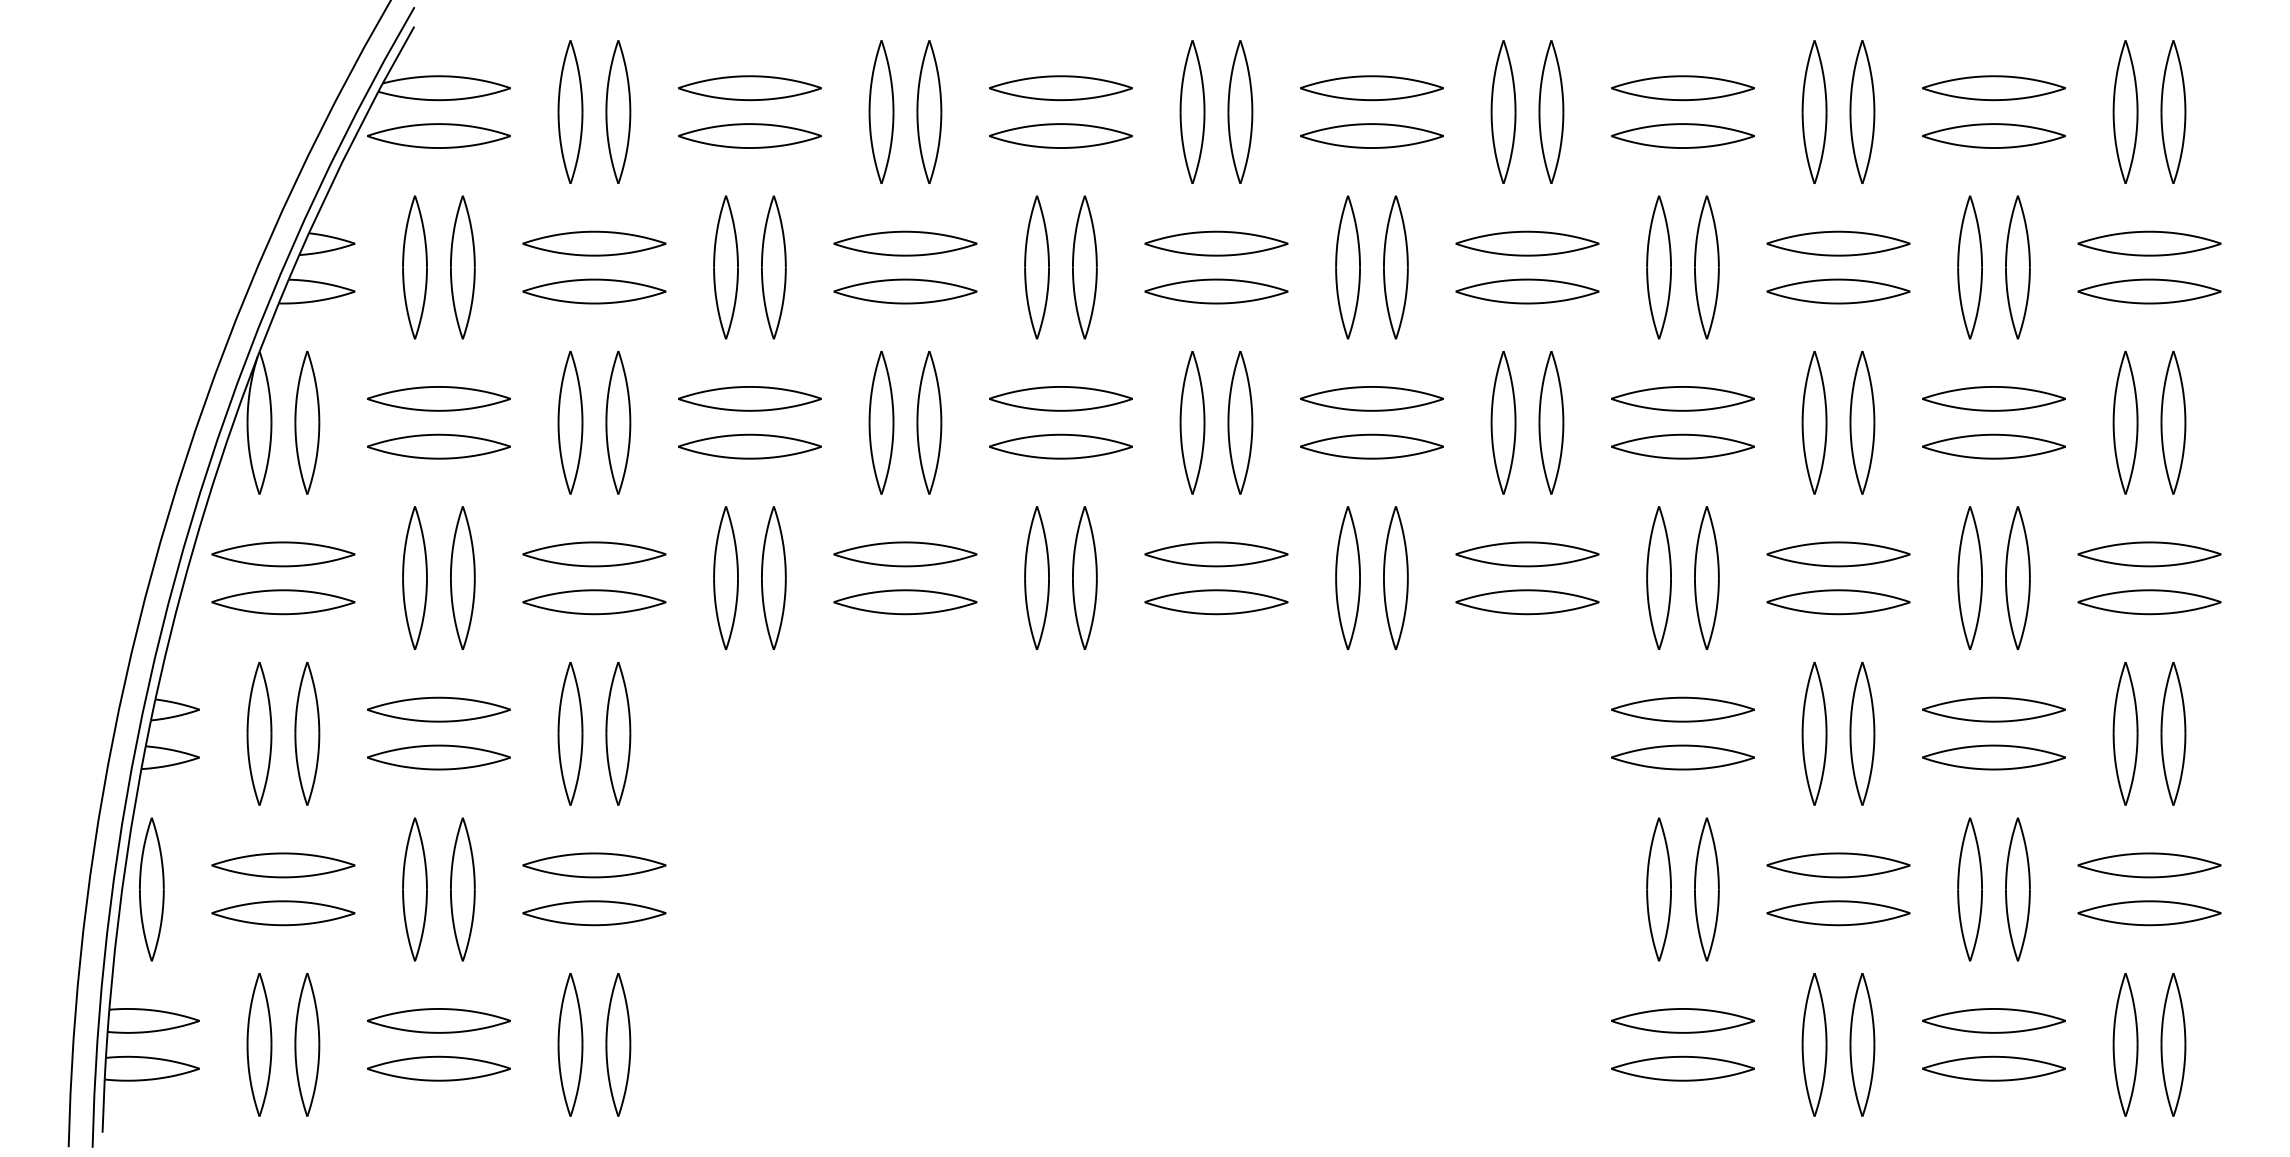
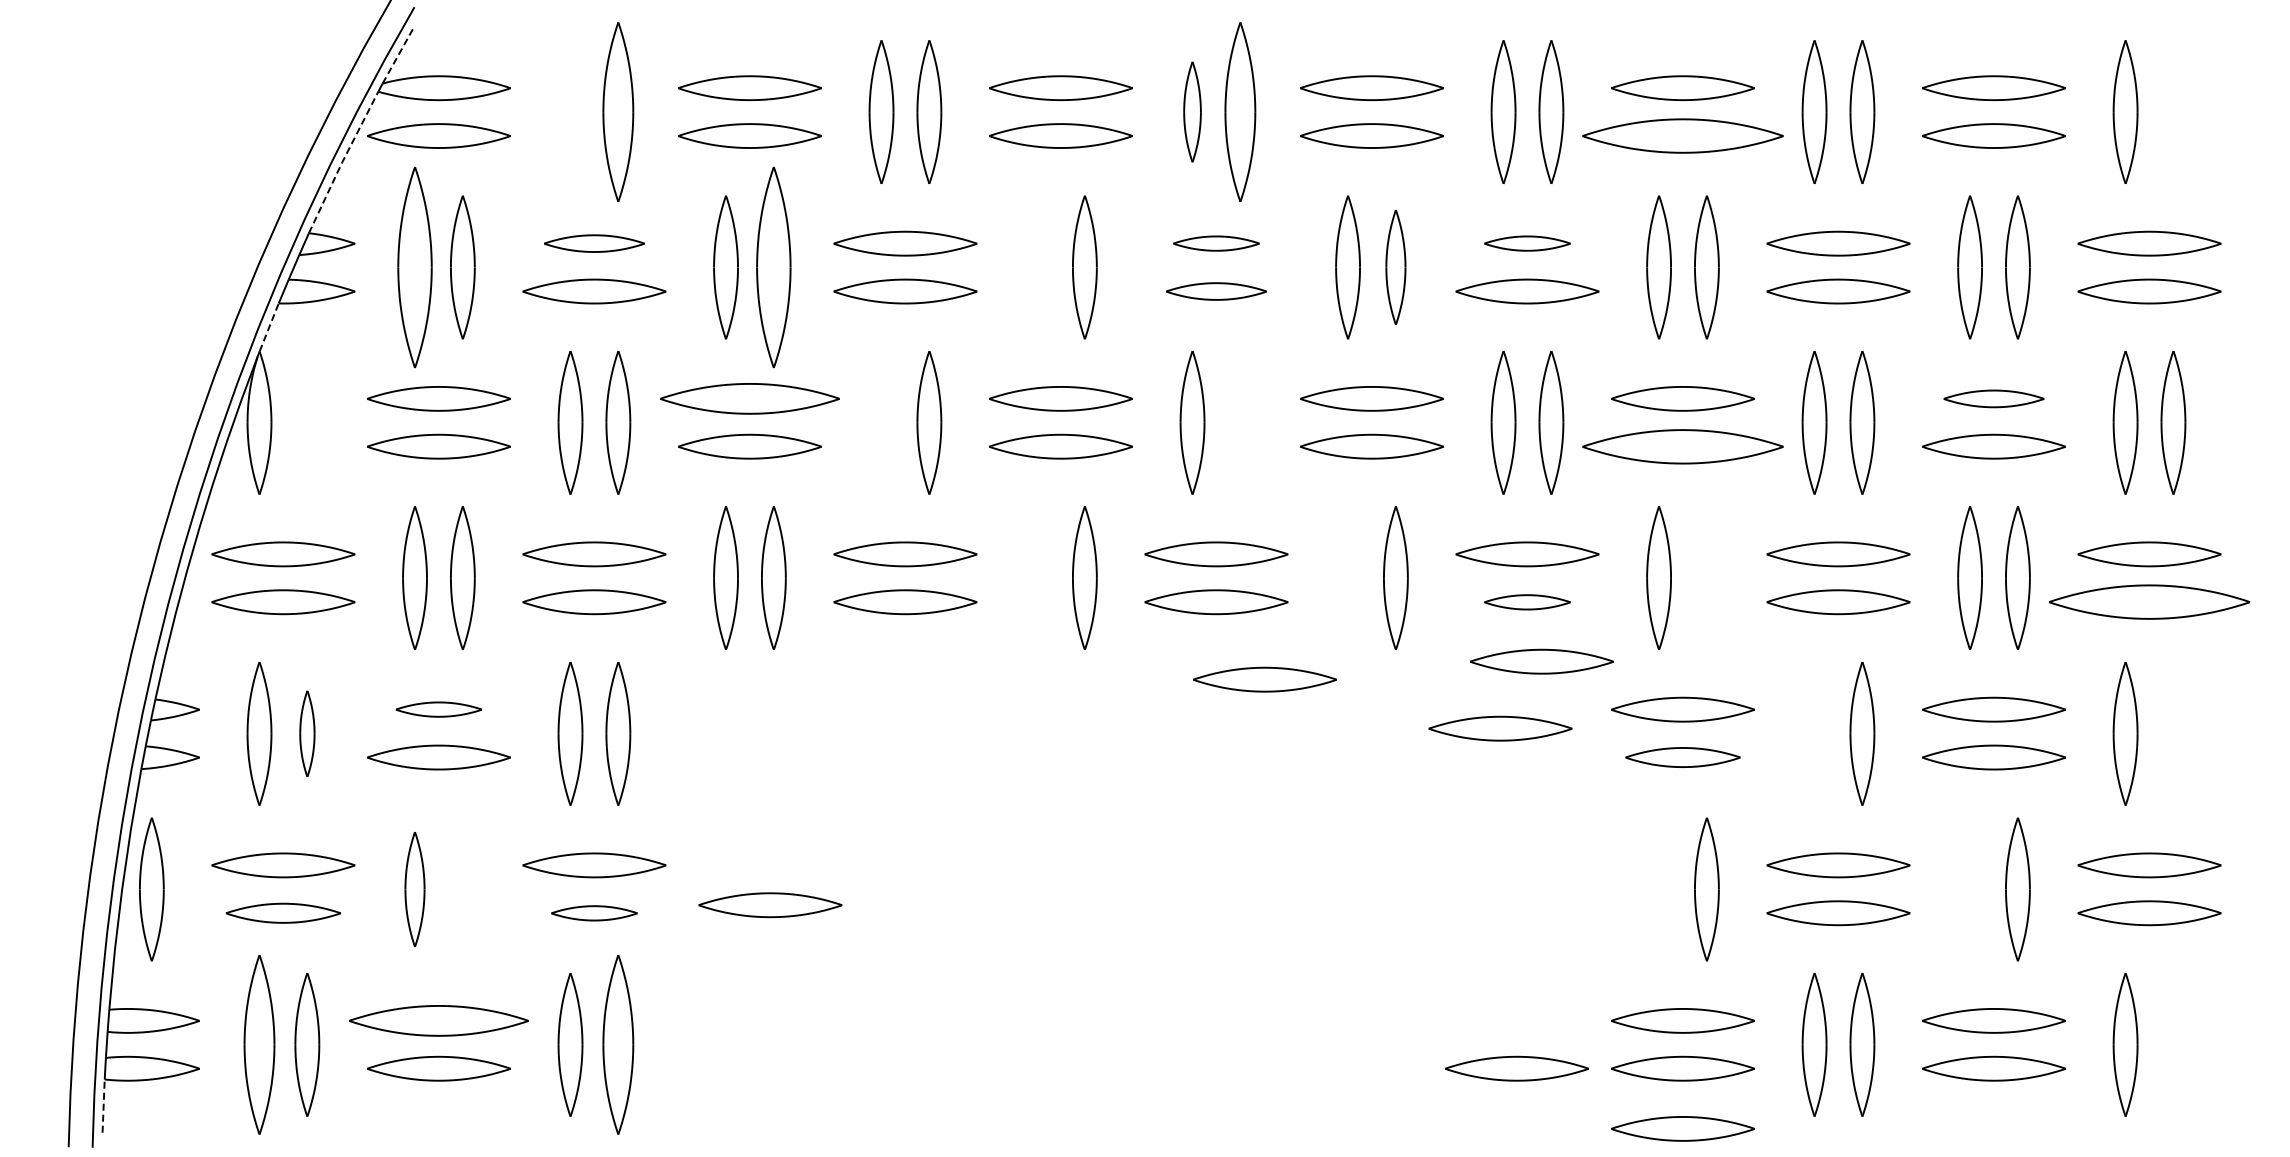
line at (398, 55): solid -> dashed
part at (570, 111): present -> none
part at (618, 111) size: 27x144 px -> 33x180 px
part at (1192, 111) size: 27x144 px -> 19x102 px
part at (1240, 111) size: 27x144 px -> 33x180 px
part at (2173, 111): present -> none
part at (1682, 135) size: 144x26 px -> 202x36 px
line at (342, 162): solid -> dashed
part at (594, 243) size: 145x27 px -> 101x19 px
part at (1216, 243) size: 145x27 px -> 87x17 px
part at (1527, 243) size: 145x27 px -> 87x17 px
part at (414, 267) size: 26x145 px -> 36x203 px
part at (773, 267) size: 26x145 px -> 36x203 px
part at (1036, 267): present -> none
part at (1395, 267) size: 26x145 px -> 22x115 px
part at (1216, 291) size: 145x27 px -> 101x19 px
line at (269, 327): solid -> dashed
part at (749, 398) size: 144x26 px -> 180x32 px
part at (1993, 398) size: 144x26 px -> 102x20 px
part at (307, 422): present -> none
part at (881, 422): present -> none
part at (1240, 422): present -> none
part at (1682, 446) size: 144x27 px -> 202x36 px
part at (1036, 577): present -> none
part at (1347, 577): present -> none
part at (1706, 577): present -> none
part at (1527, 602) size: 145x27 px -> 87x17 px
part at (2149, 602) size: 145x27 px -> 202x36 px
part at (1541, 661): none -> present
part at (1264, 679): none -> present
part at (438, 709) size: 144x27 px -> 88x17 px
part at (1500, 728): none -> present
part at (307, 733) size: 27x144 px -> 17x87 px
part at (1814, 733): present -> none
part at (2173, 733): present -> none
part at (1682, 757) size: 144x27 px -> 116x21 px
part at (414, 889) size: 26x145 px -> 22x115 px
part at (462, 889): present -> none
part at (1658, 889): present -> none
part at (1969, 889): present -> none
part at (770, 905): none -> present
part at (283, 913) size: 145x27 px -> 115x22 px
part at (594, 913) size: 145x27 px -> 87x17 px
part at (438, 1020) size: 144x26 px -> 180x32 px
part at (259, 1044) size: 27x144 px -> 33x180 px
part at (618, 1044) size: 27x144 px -> 33x180 px
part at (2173, 1044): present -> none
part at (1516, 1068): none -> present
line at (103, 1106): solid -> dashed
part at (1682, 1128): none -> present
